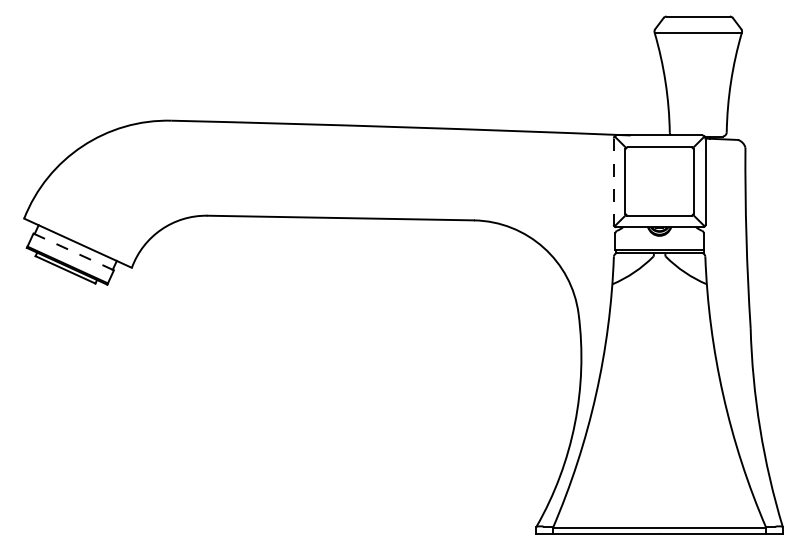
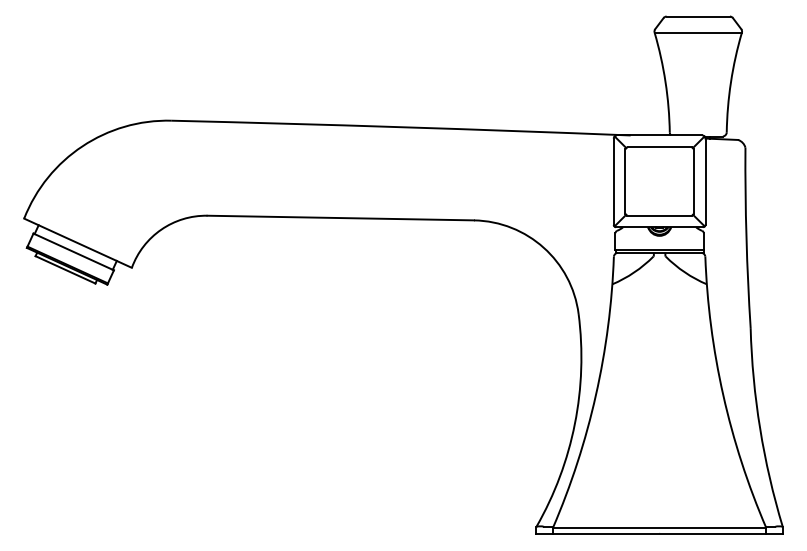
line at (613, 182): dashed -> solid
line at (73, 251): dashed -> solid
